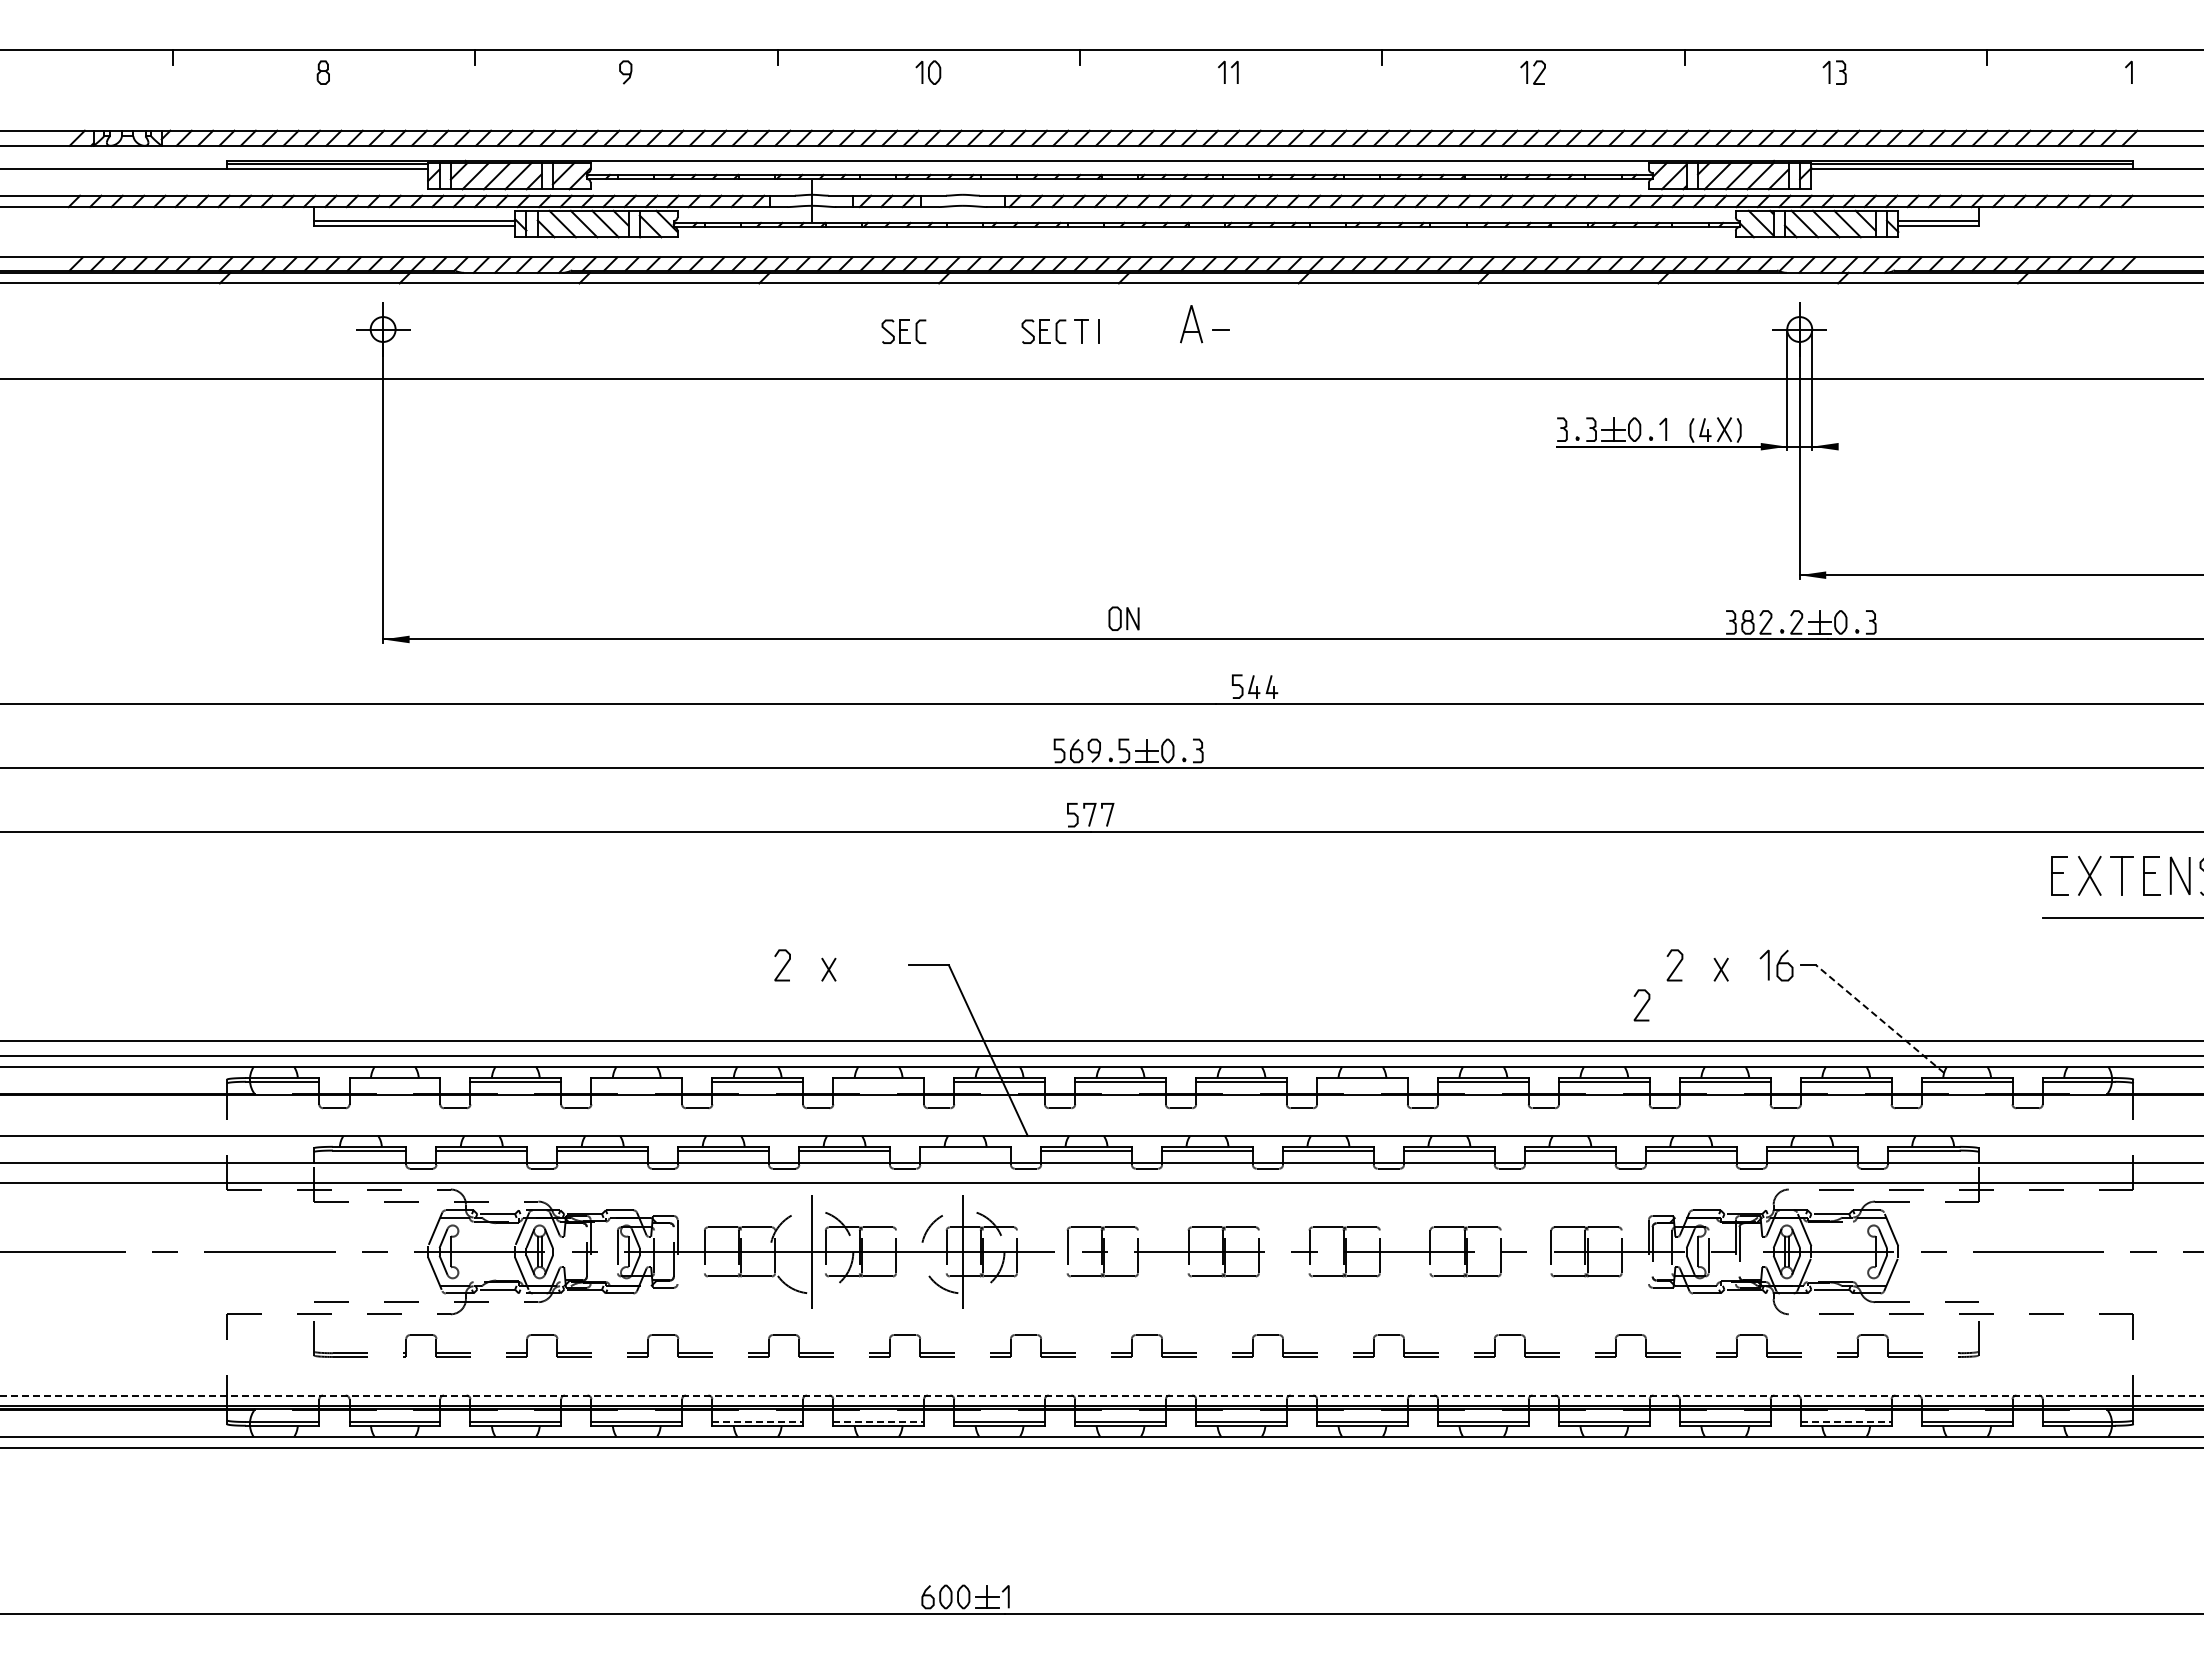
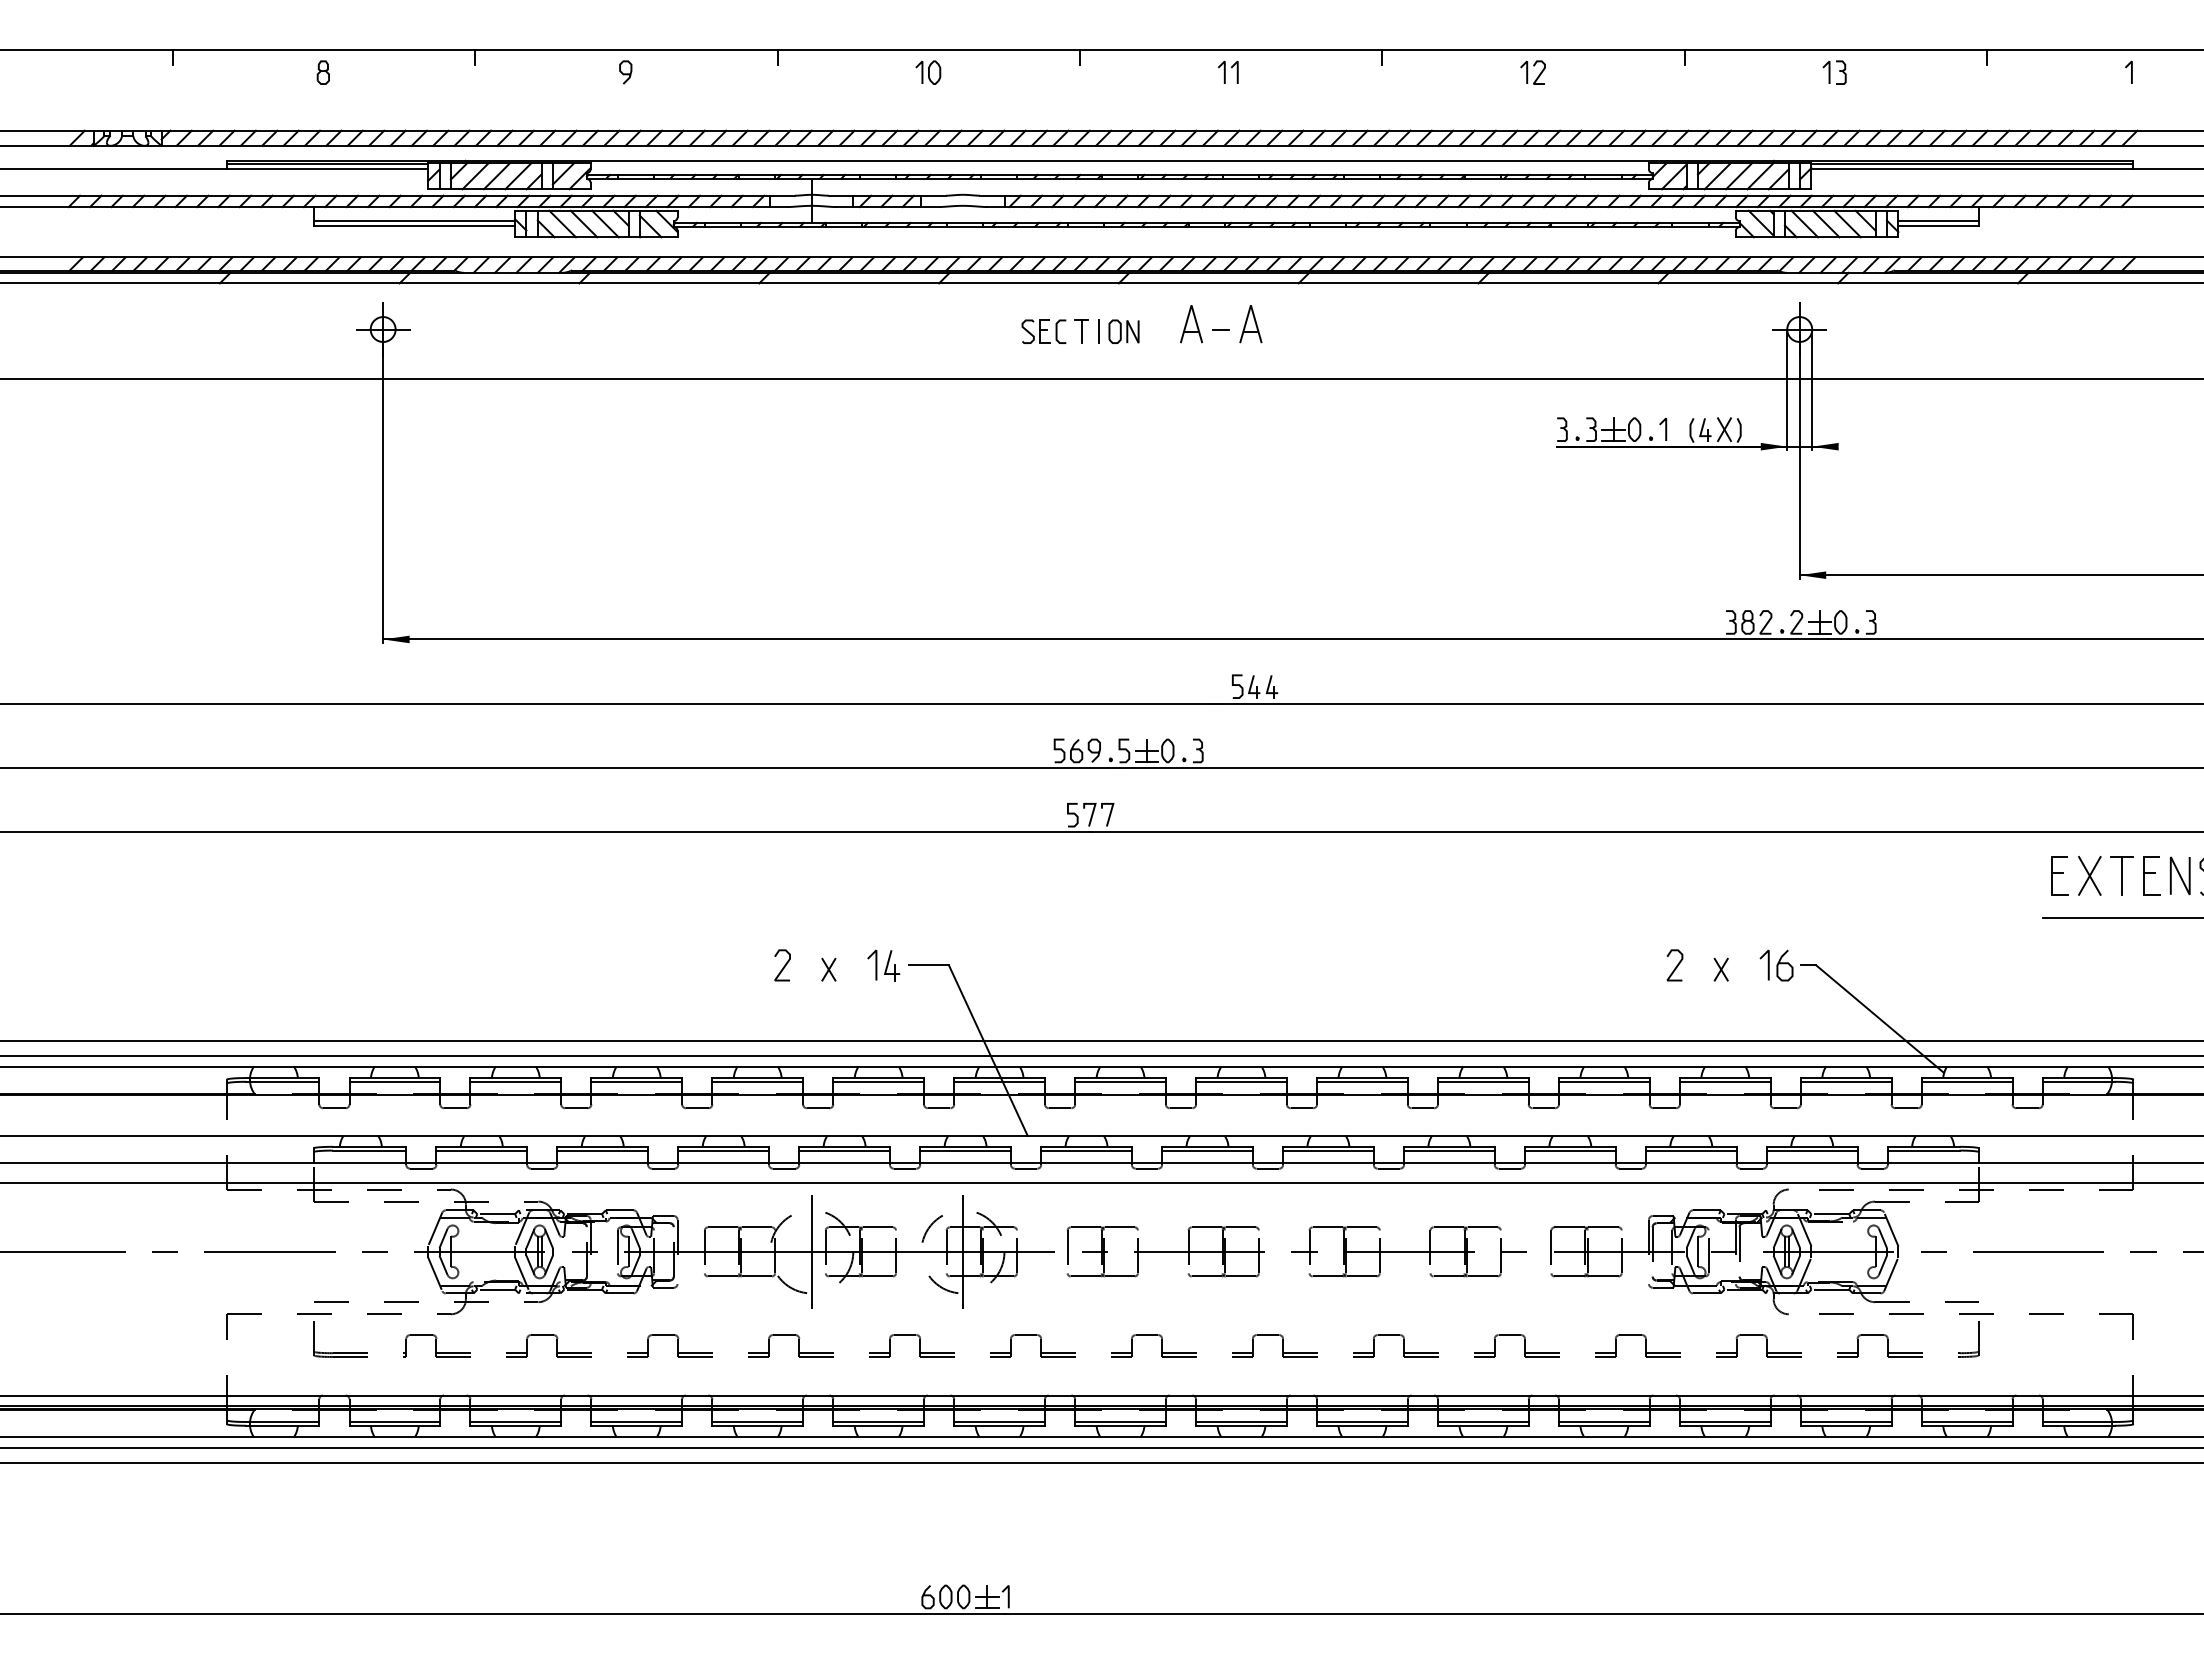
part at (1250, 324): none -> present
part at (903, 331): present -> none
part at (1123, 618) position: (1123, 618) -> (1123, 331)
part at (883, 965): none -> present
curve at (1642, 1006): present -> none
line at (1880, 1019): dashed -> solid
line at (394, 1081): none -> present
line at (636, 1081): none -> present
line at (878, 1081): none -> present
line at (1362, 1081): none -> present
line at (965, 1150): none -> present
line at (1102, 1395): dashed -> solid
line at (758, 1421): dashed -> solid
line at (879, 1421): dashed -> solid
line at (1846, 1421): dashed -> solid
line at (1101, 1462): none -> present
